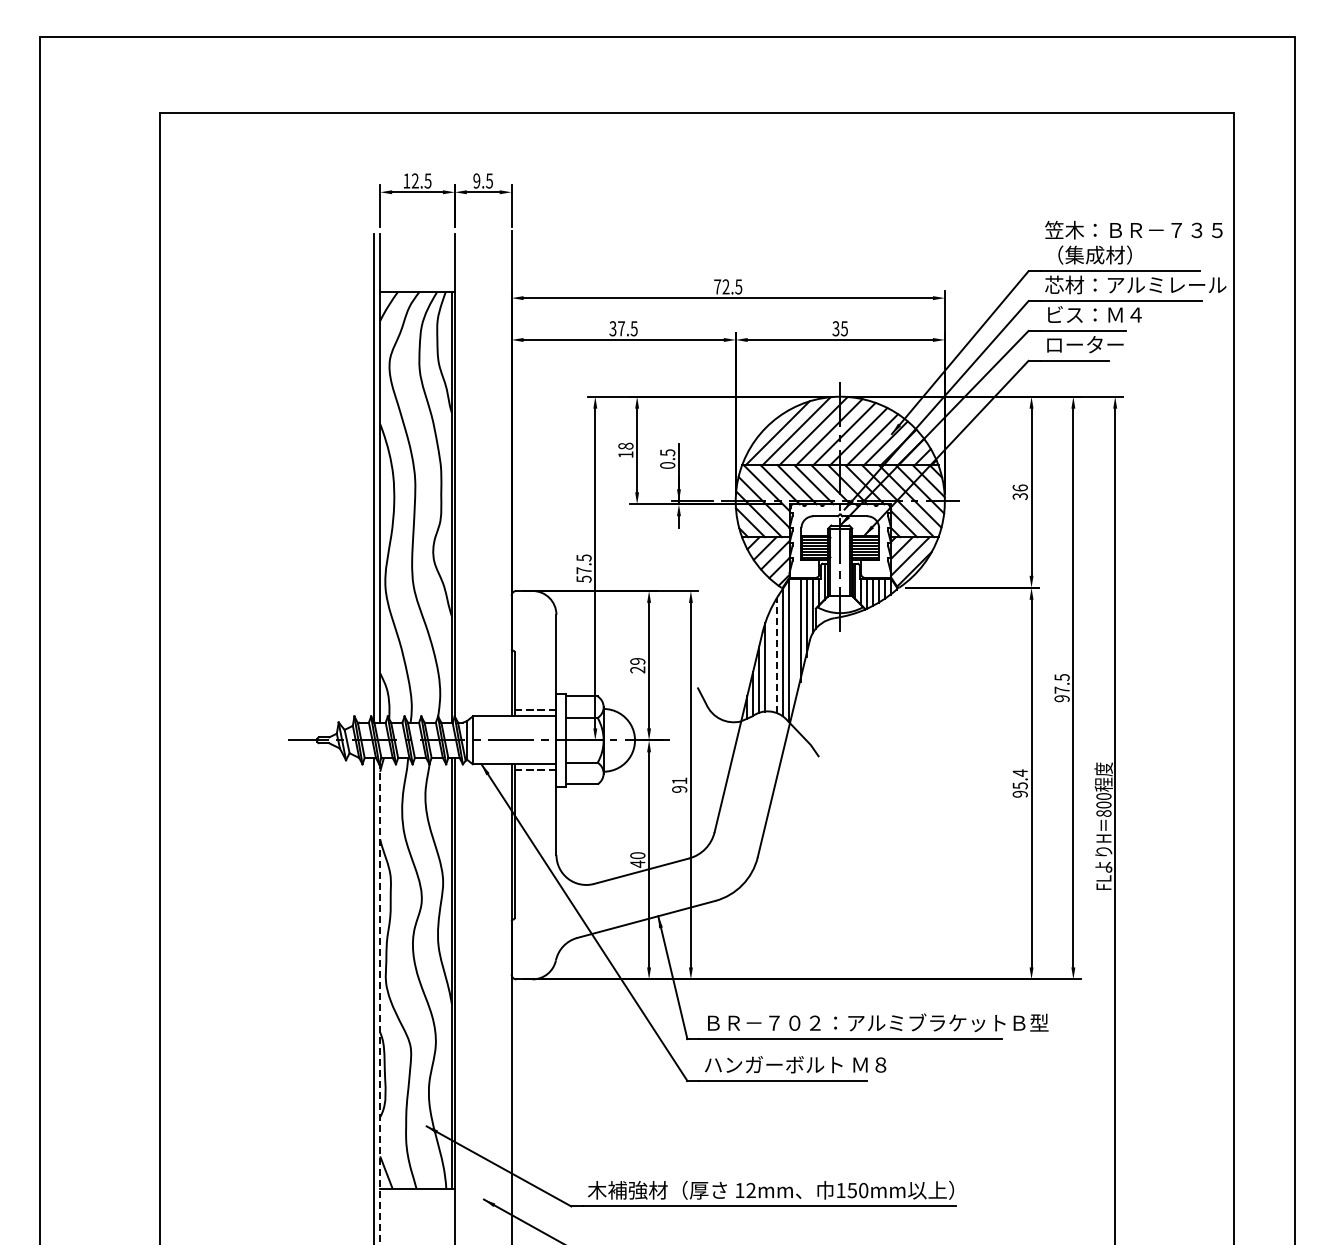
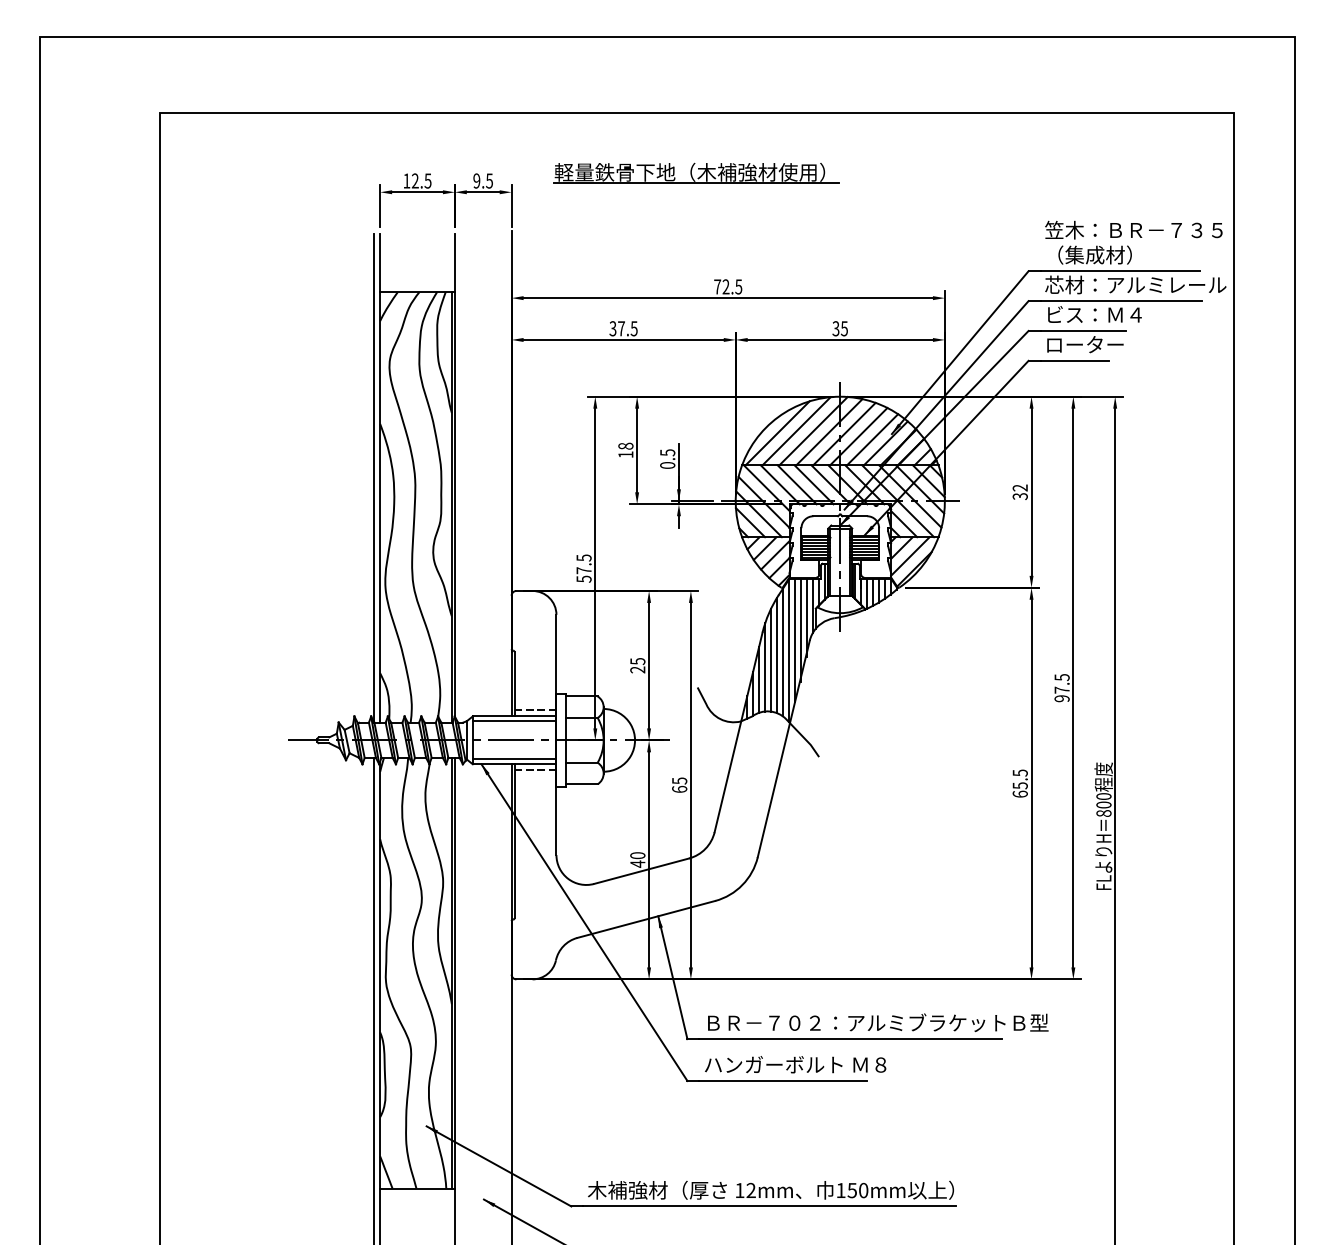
part at (696, 172): none -> present
text at (1019, 487): 36 -> 32
line at (794, 640): none -> present
line at (777, 655): dashed -> solid
line at (771, 659): none -> present
text at (637, 661): 29 -> 25
line at (514, 721): none -> present
line at (514, 759): none -> present
text at (1019, 783): 95.4 -> 65.5
text at (679, 784): 91 -> 65
line at (380, 1002): dashed -> solid
